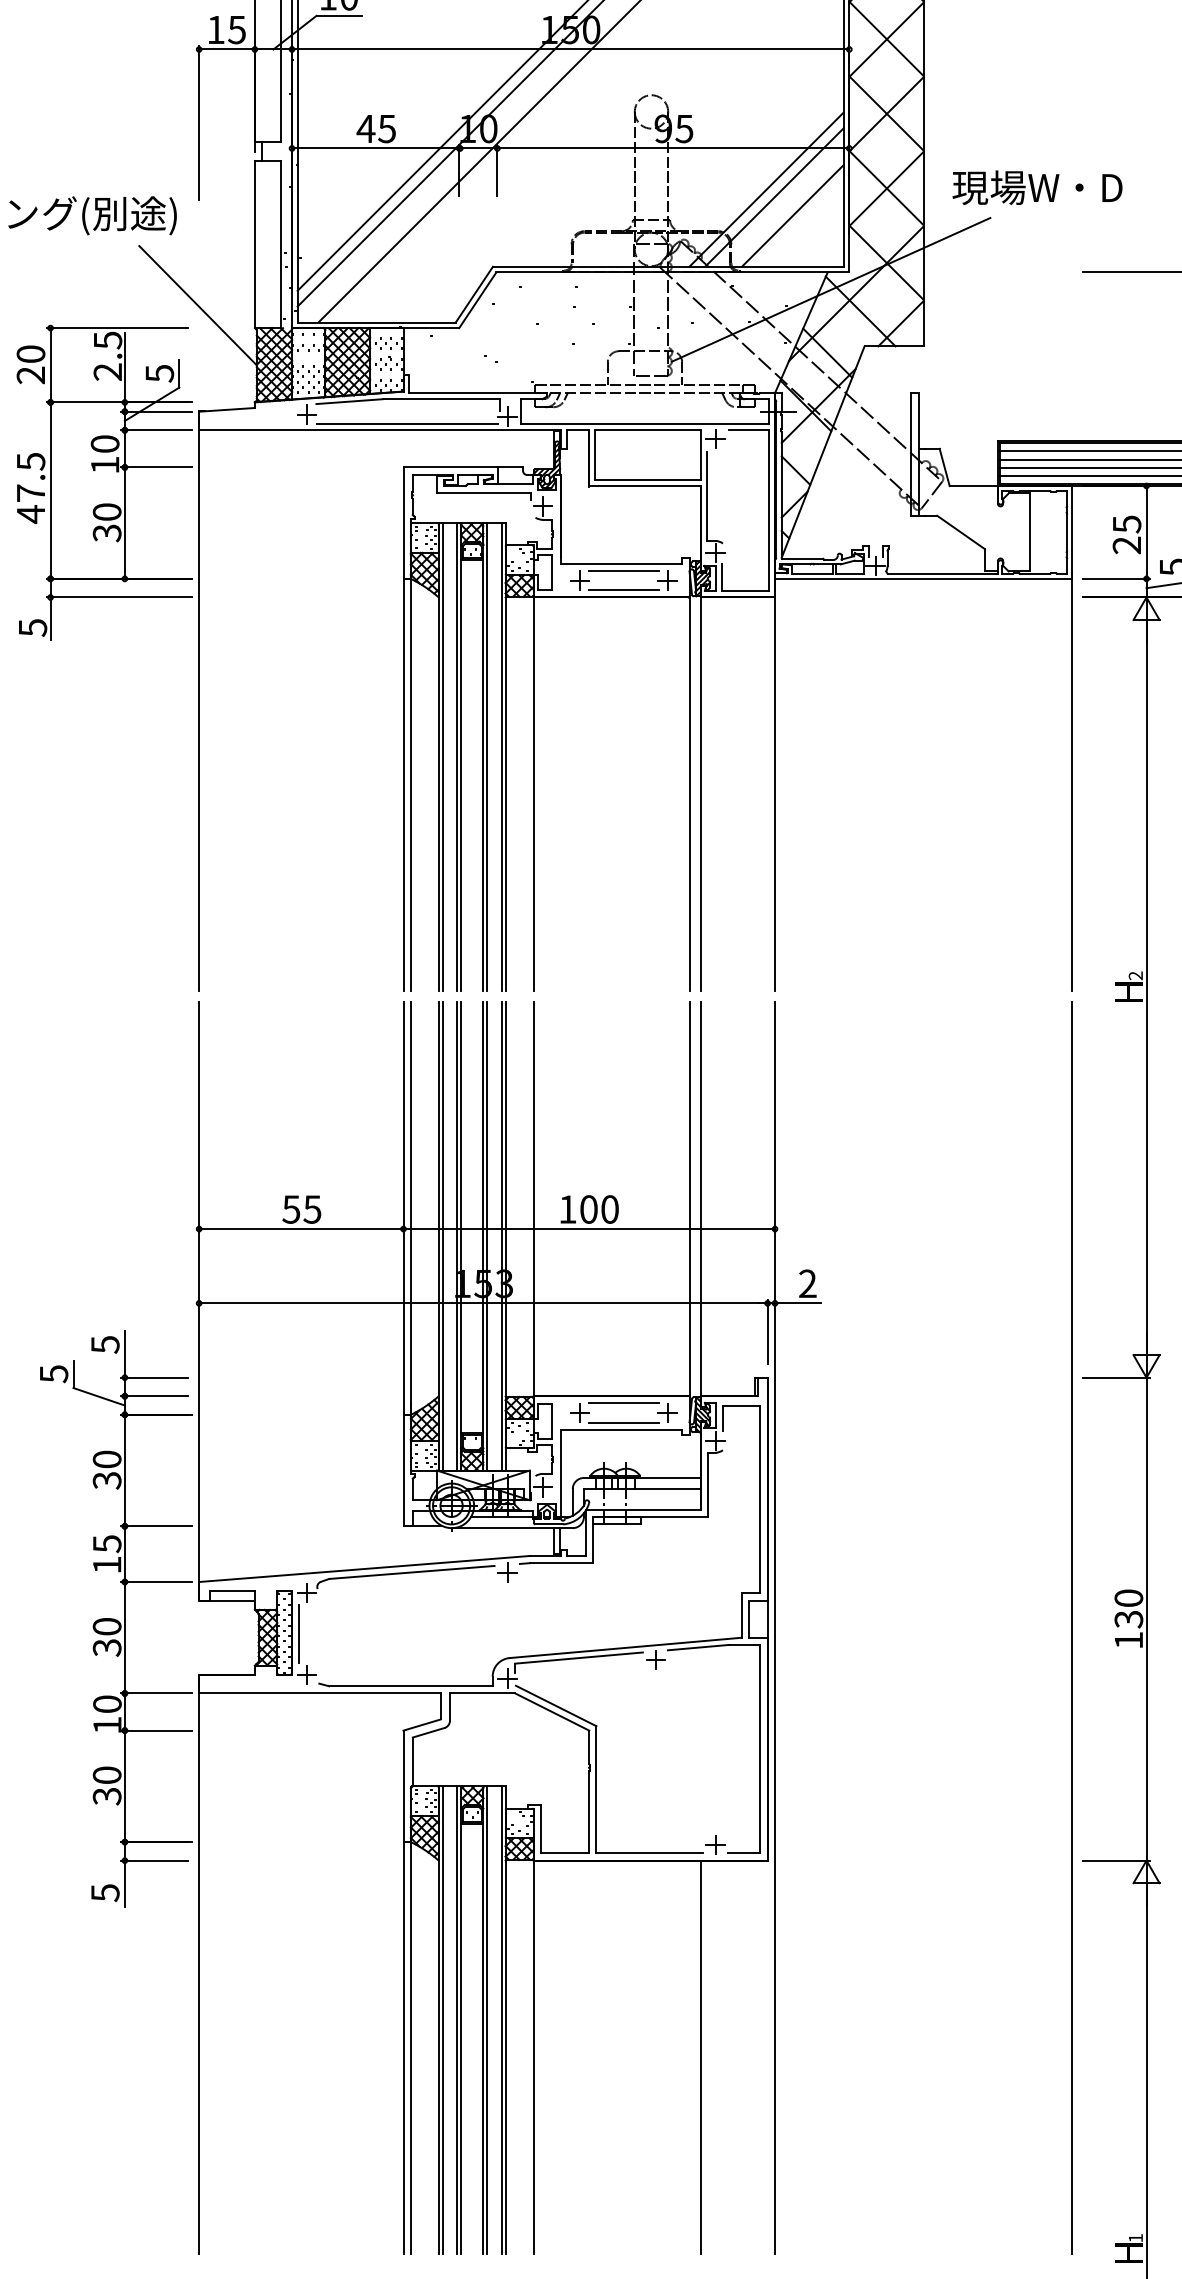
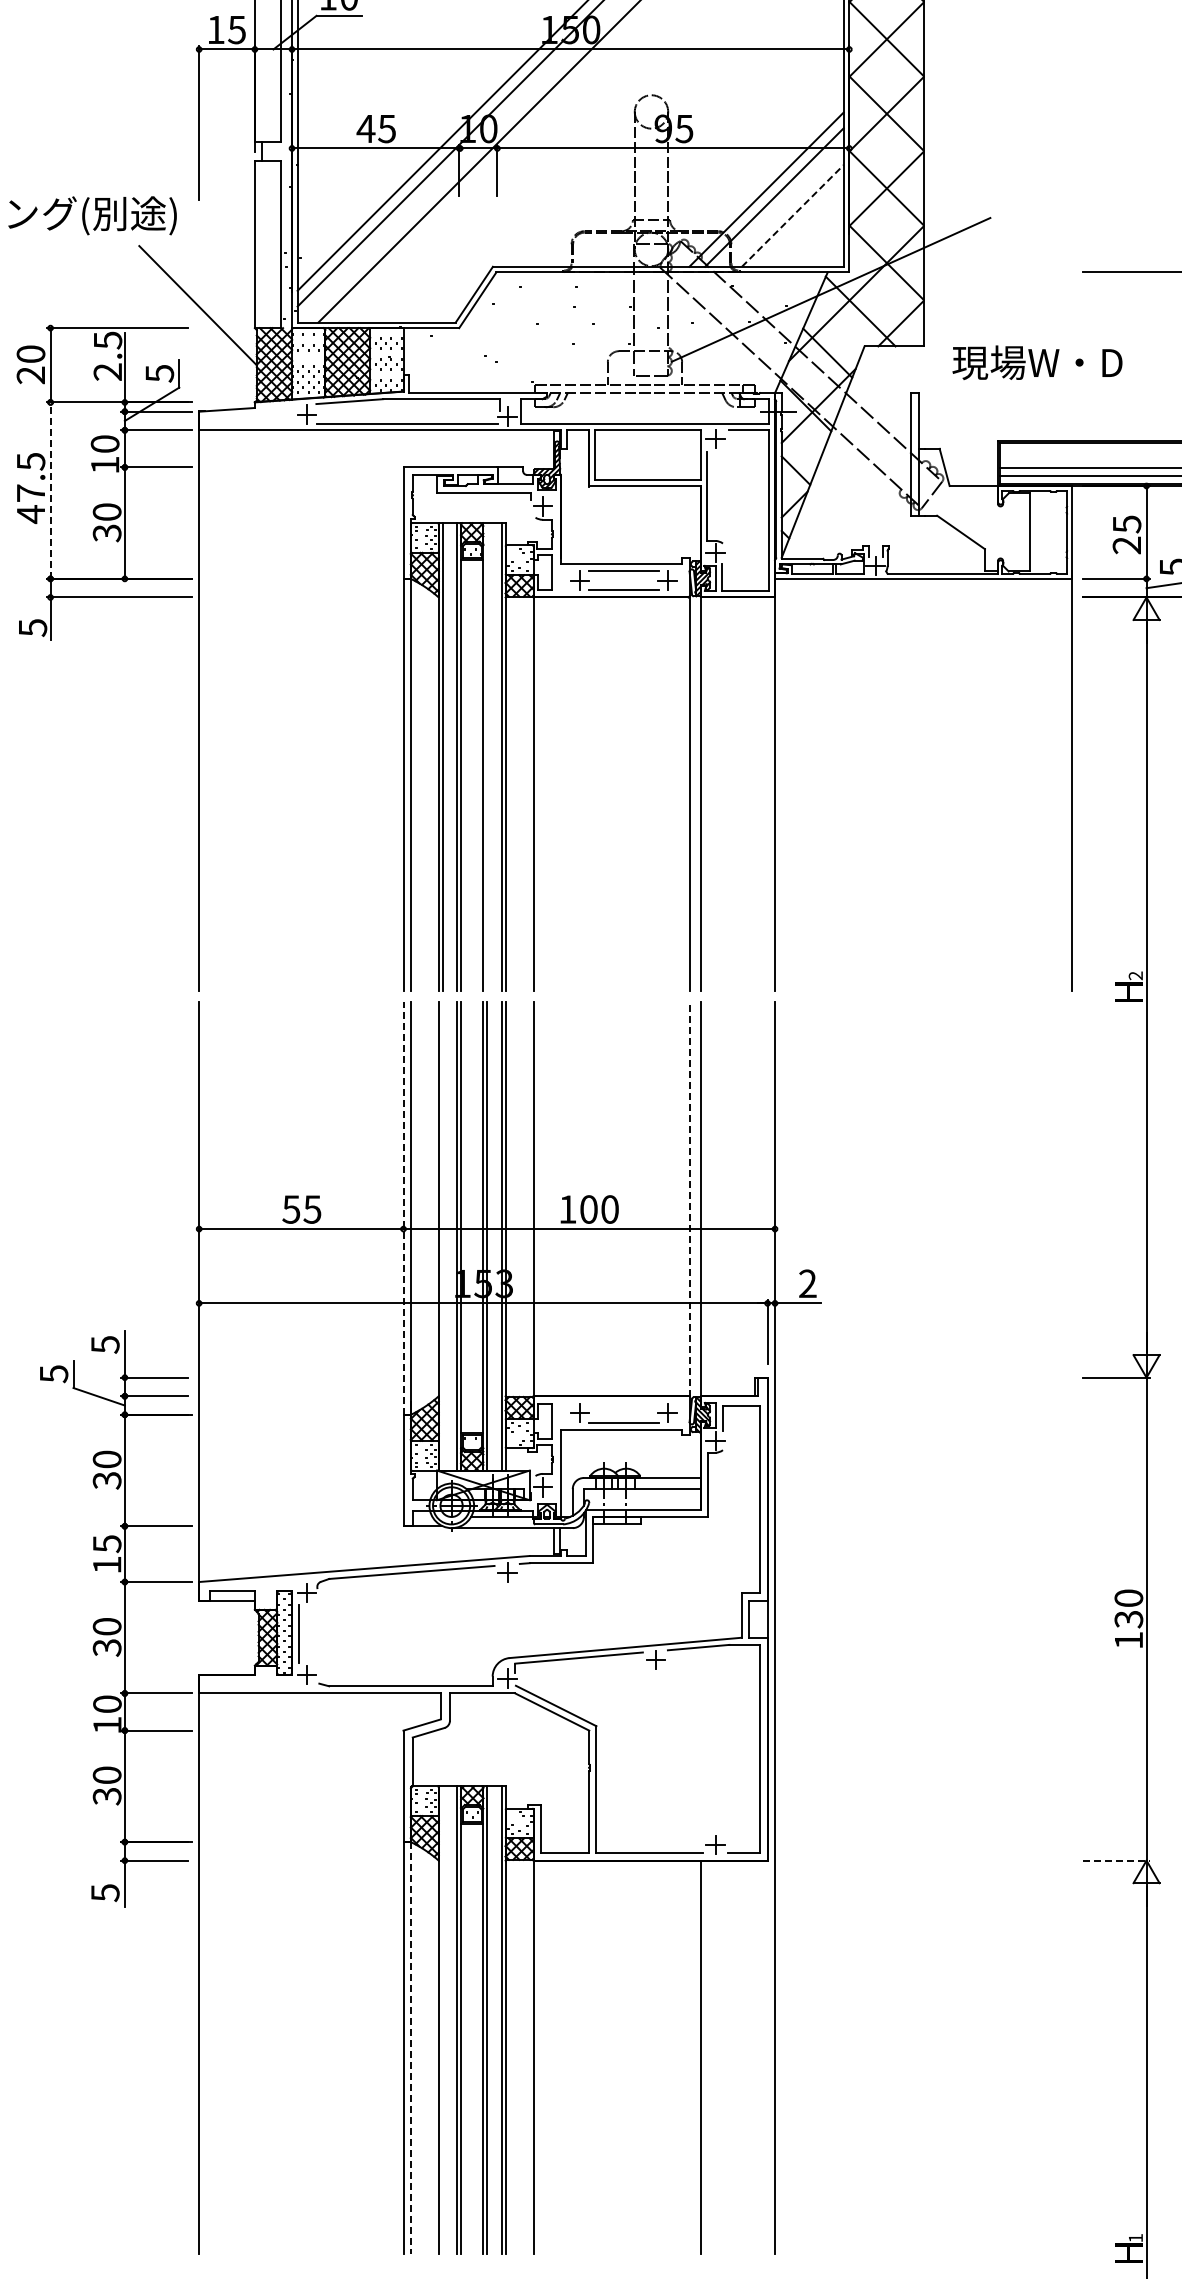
text at (1037, 187) position: (1037, 187) -> (1037, 362)
line at (792, 215): solid -> dashed
line at (1088, 451): present -> none
line at (1088, 459): present -> none
line at (50, 490): solid -> dashed
line at (487, 757): present -> none
line at (689, 1199): solid -> dashed
line at (403, 1208): solid -> dashed
line at (442, 1236): present -> none
line at (623, 1403): present -> none
line at (1072, 1628): present -> none
line at (1117, 1860): solid -> dashed
line at (442, 2020): present -> none
line at (410, 2048): solid -> dashed
